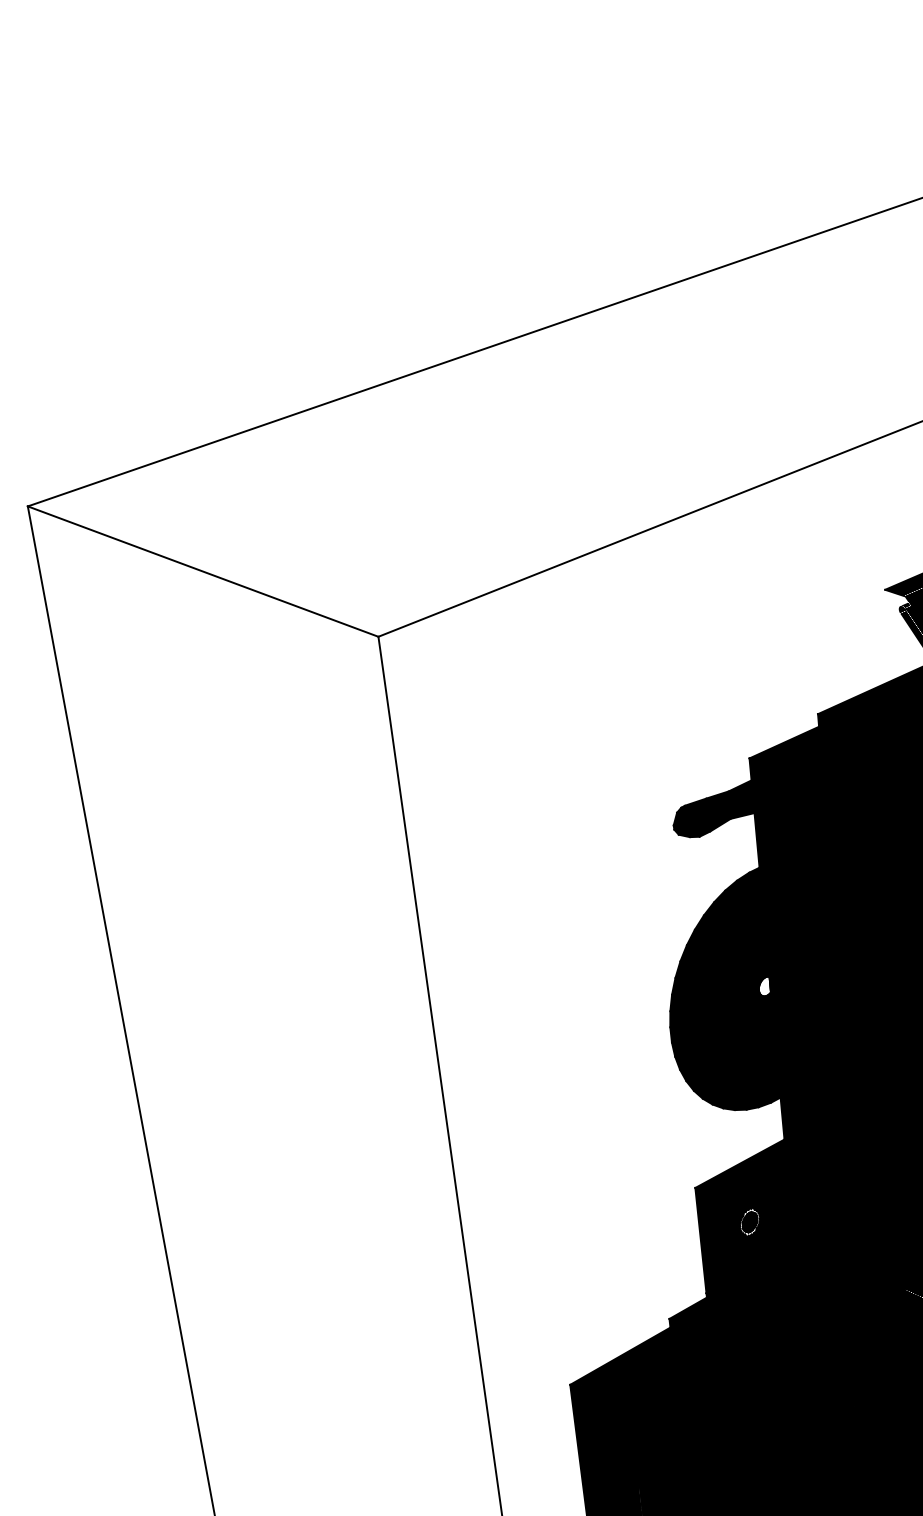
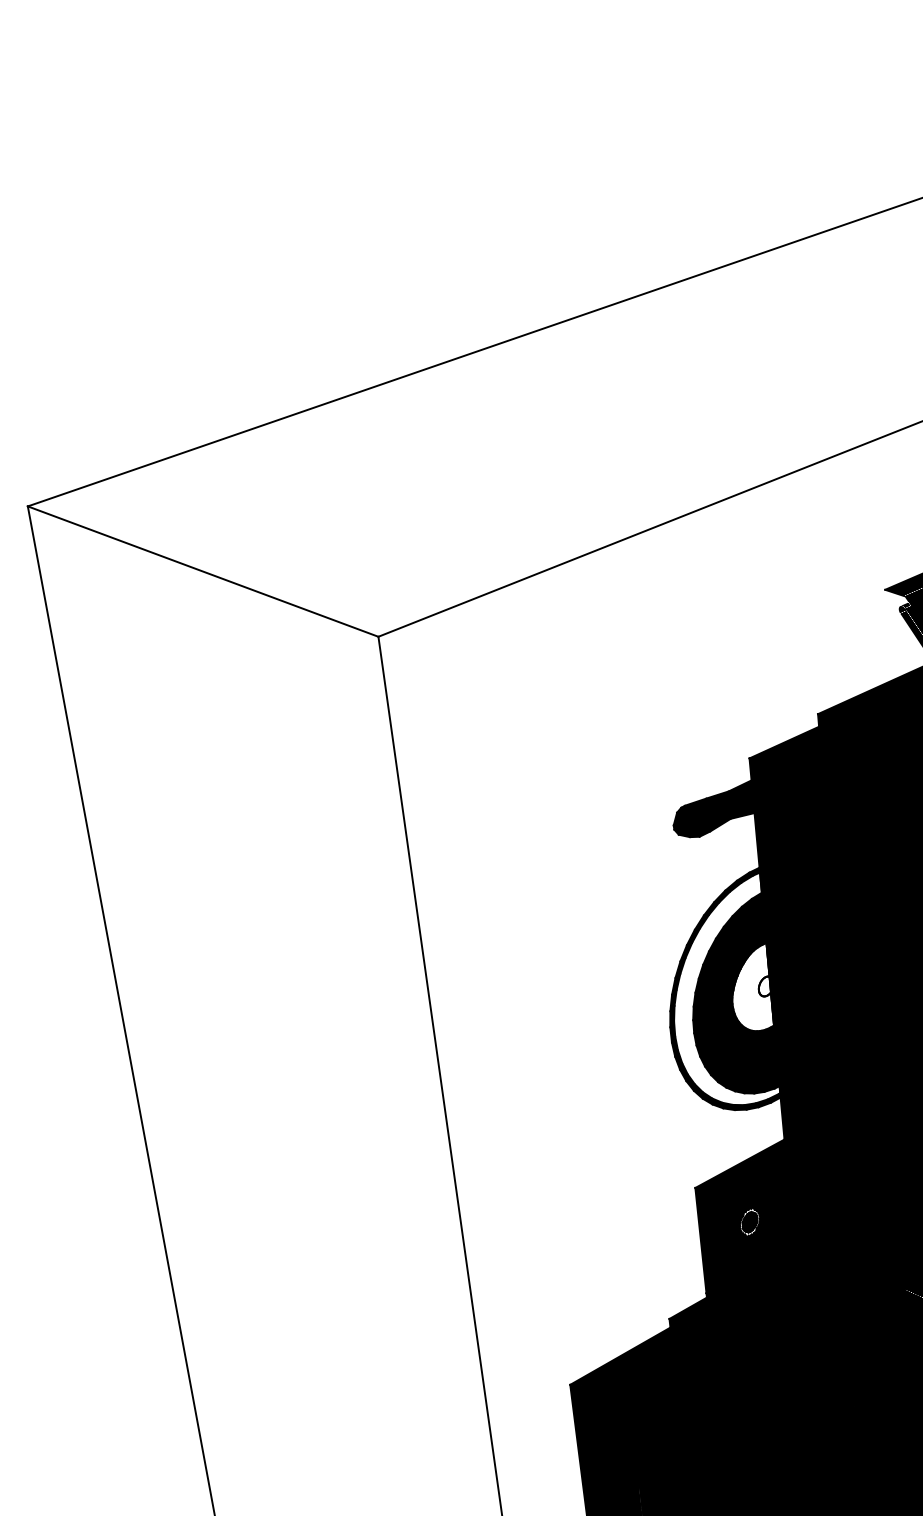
fill at (753, 987): present -> none
fill at (727, 988): present -> none
